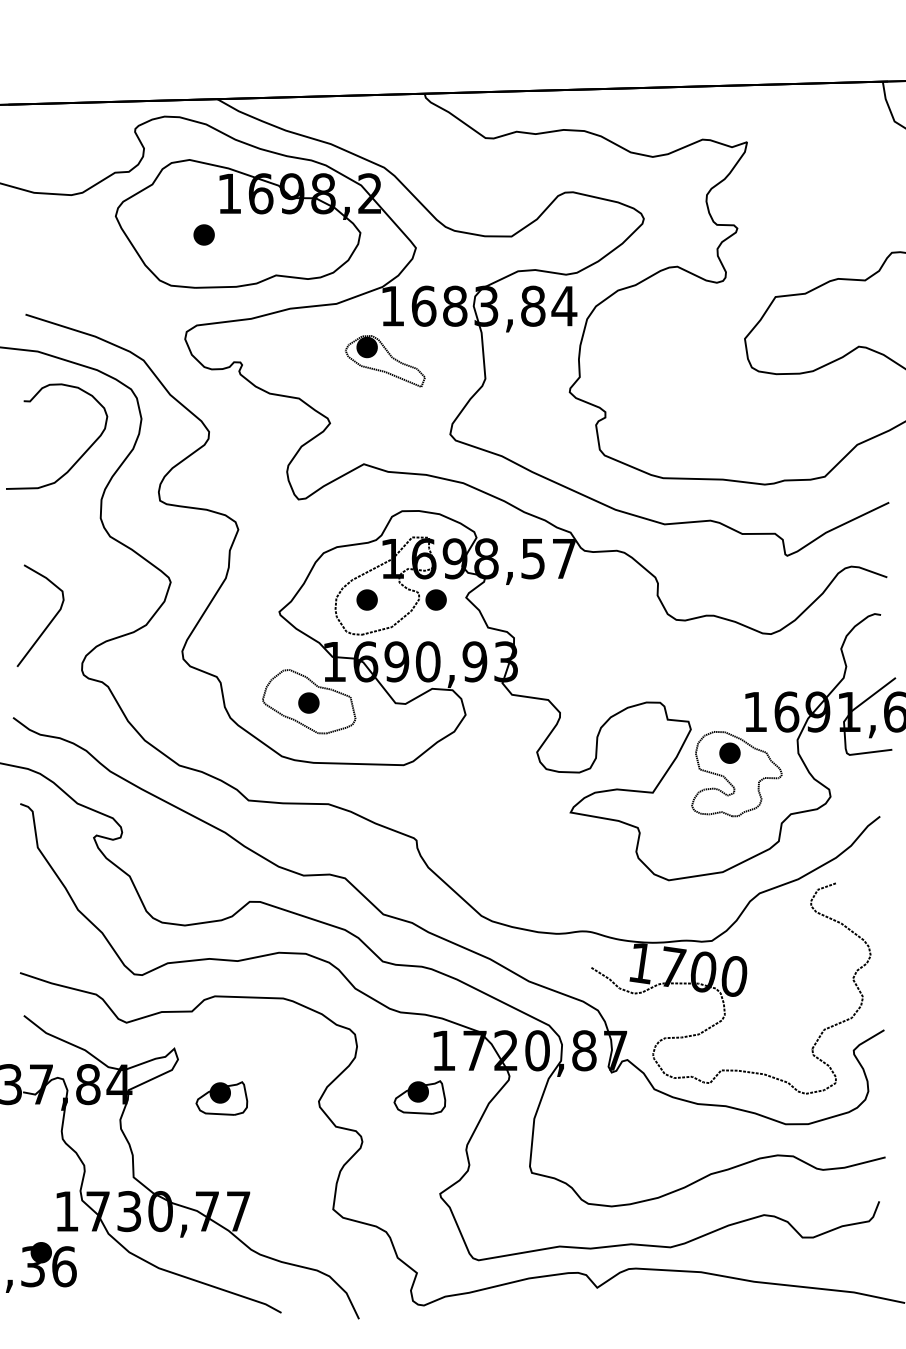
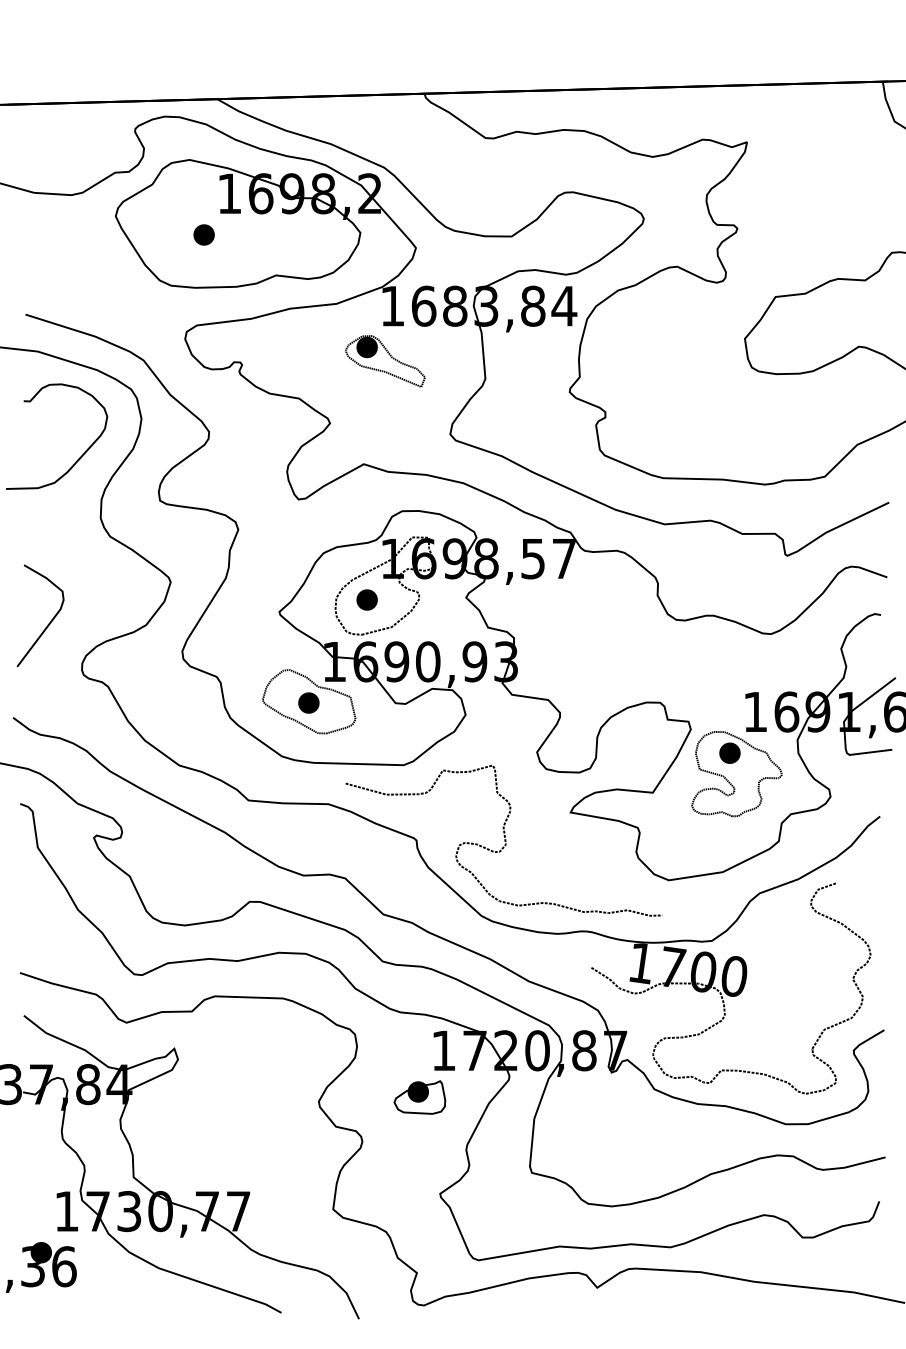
part at (435, 599): present -> none
curve at (504, 840): none -> present
part at (221, 1098): present -> none
